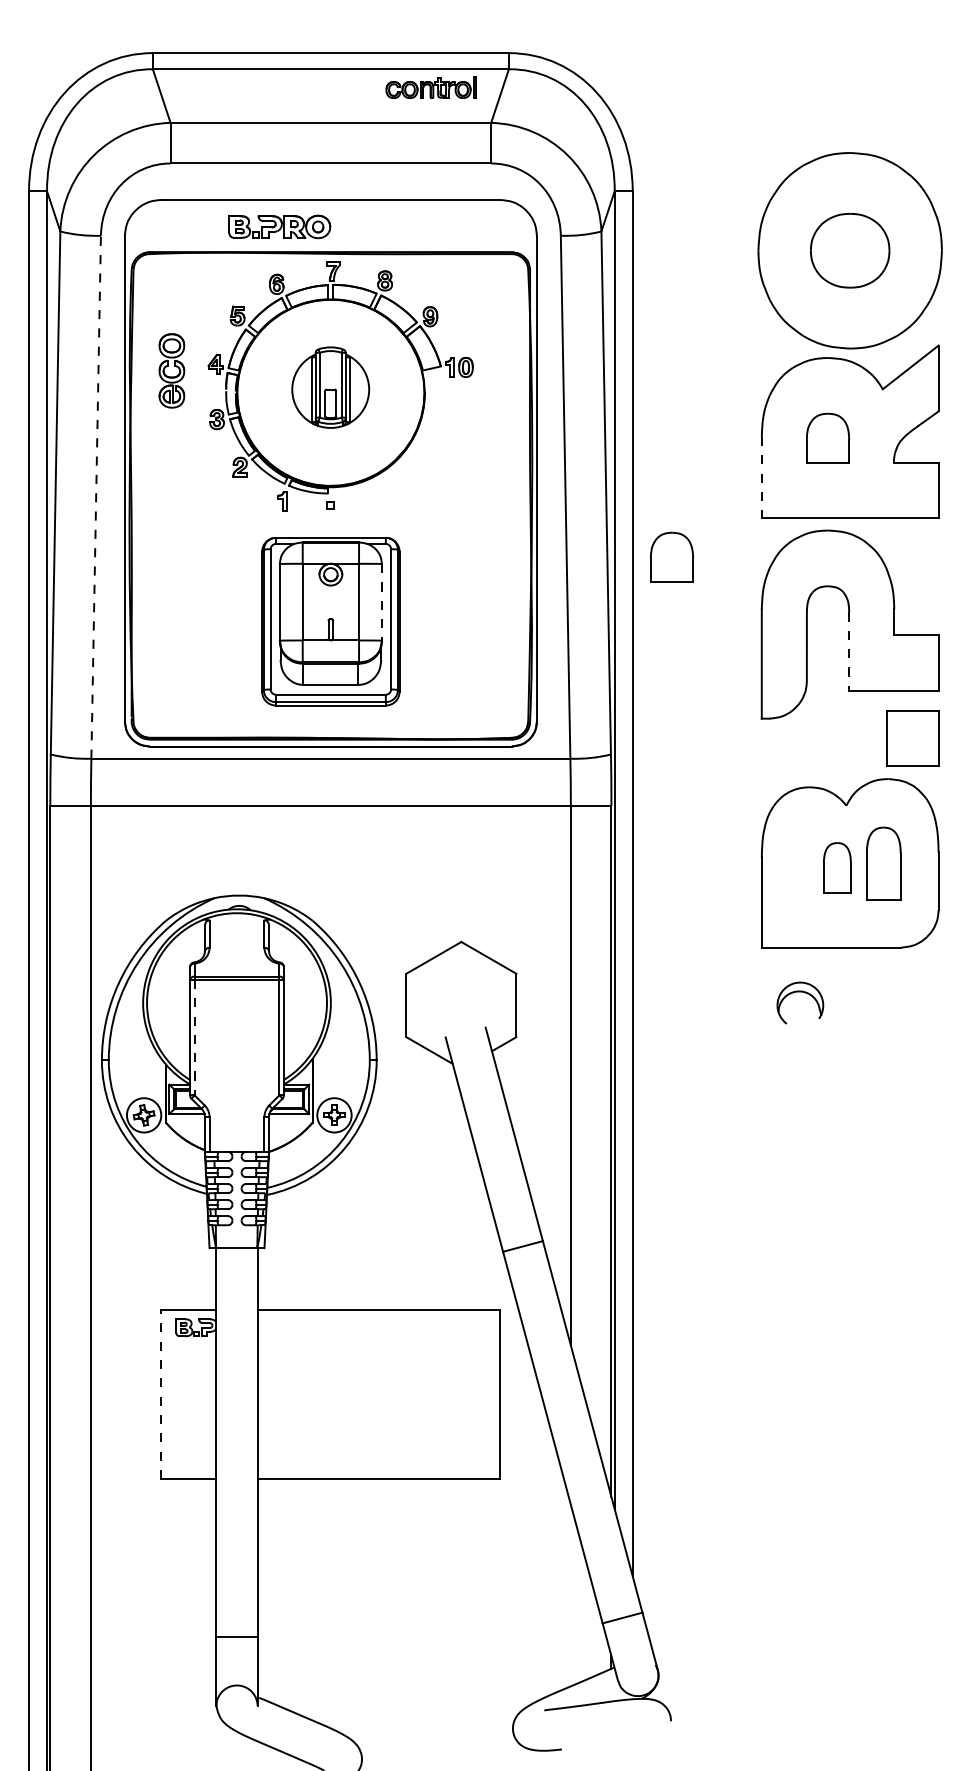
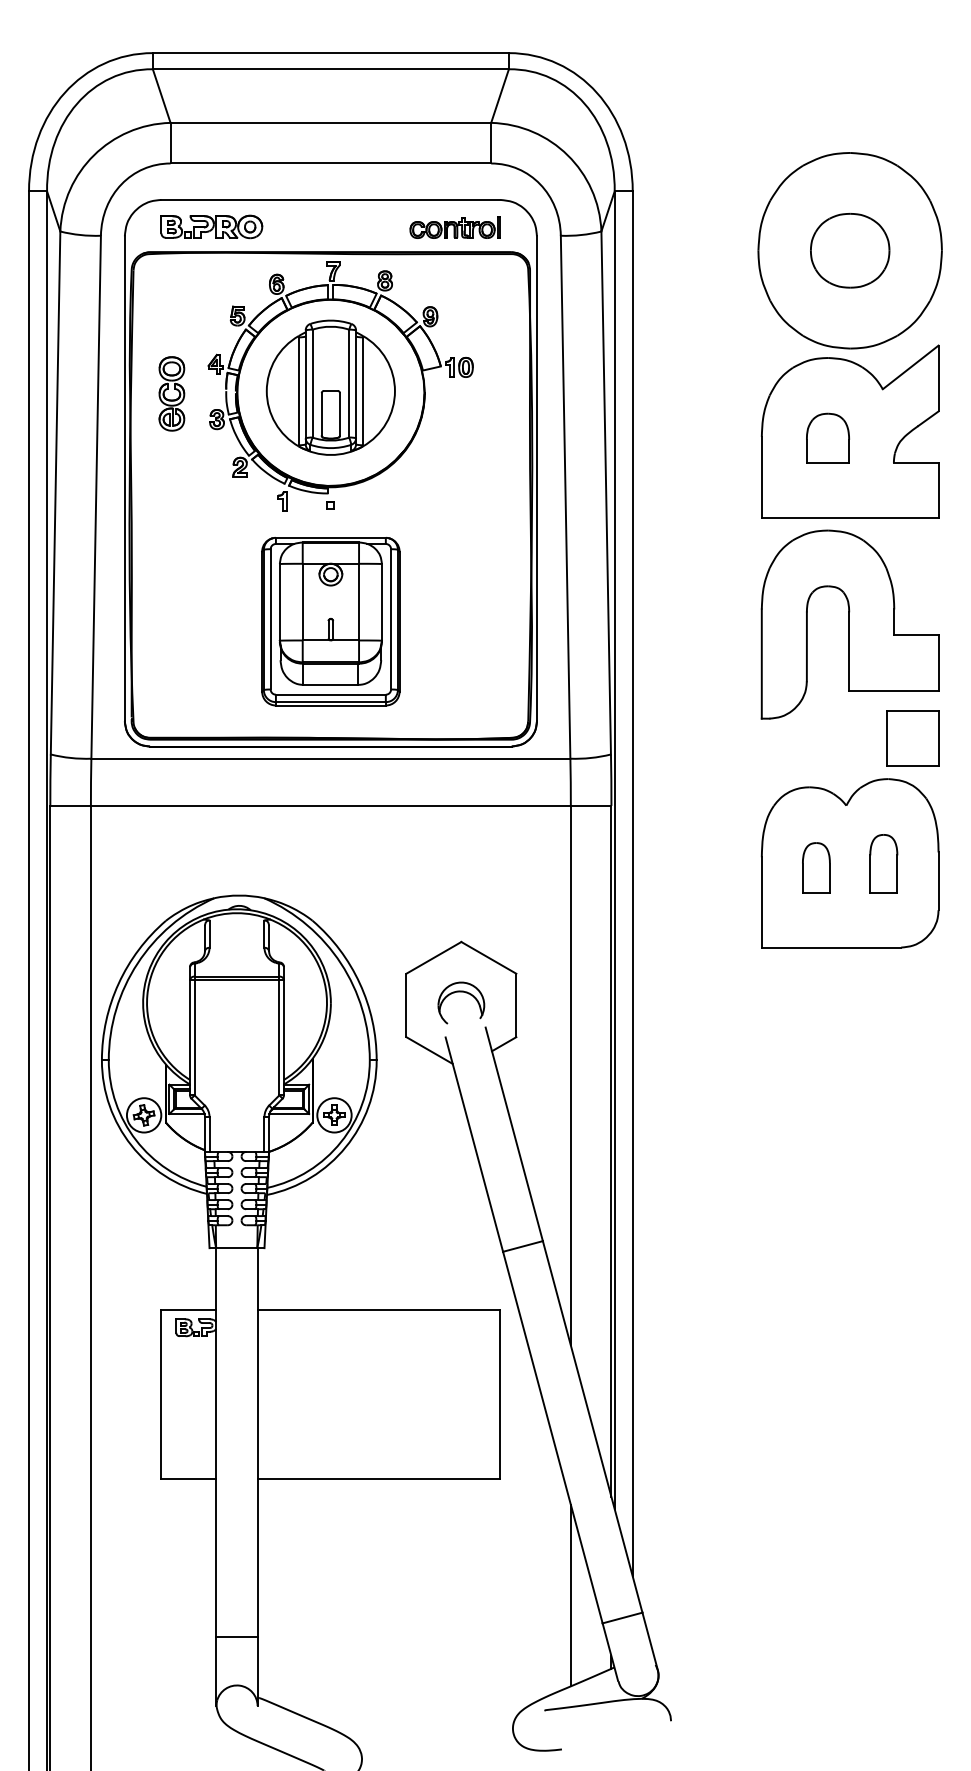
part at (430, 87) position: (430, 87) -> (454, 227)
part at (279, 226) position: (279, 226) -> (211, 226)
part at (171, 370) position: (171, 370) -> (171, 393)
part at (330, 387) size: 80x83 px -> 131x137 px
line at (761, 477): dashed -> solid
line at (96, 497): dashed -> solid
part at (671, 556): present -> none
line at (381, 602): dashed -> solid
line at (849, 652): dashed -> solid
part at (883, 863) size: 36x75 px -> 30x60 px
part at (837, 867) position: (837, 867) -> (816, 867)
part at (804, 993) position: (804, 993) -> (465, 993)
line at (194, 1037): dashed -> solid
line at (161, 1394): dashed -> solid
line at (570, 1595): none -> present
